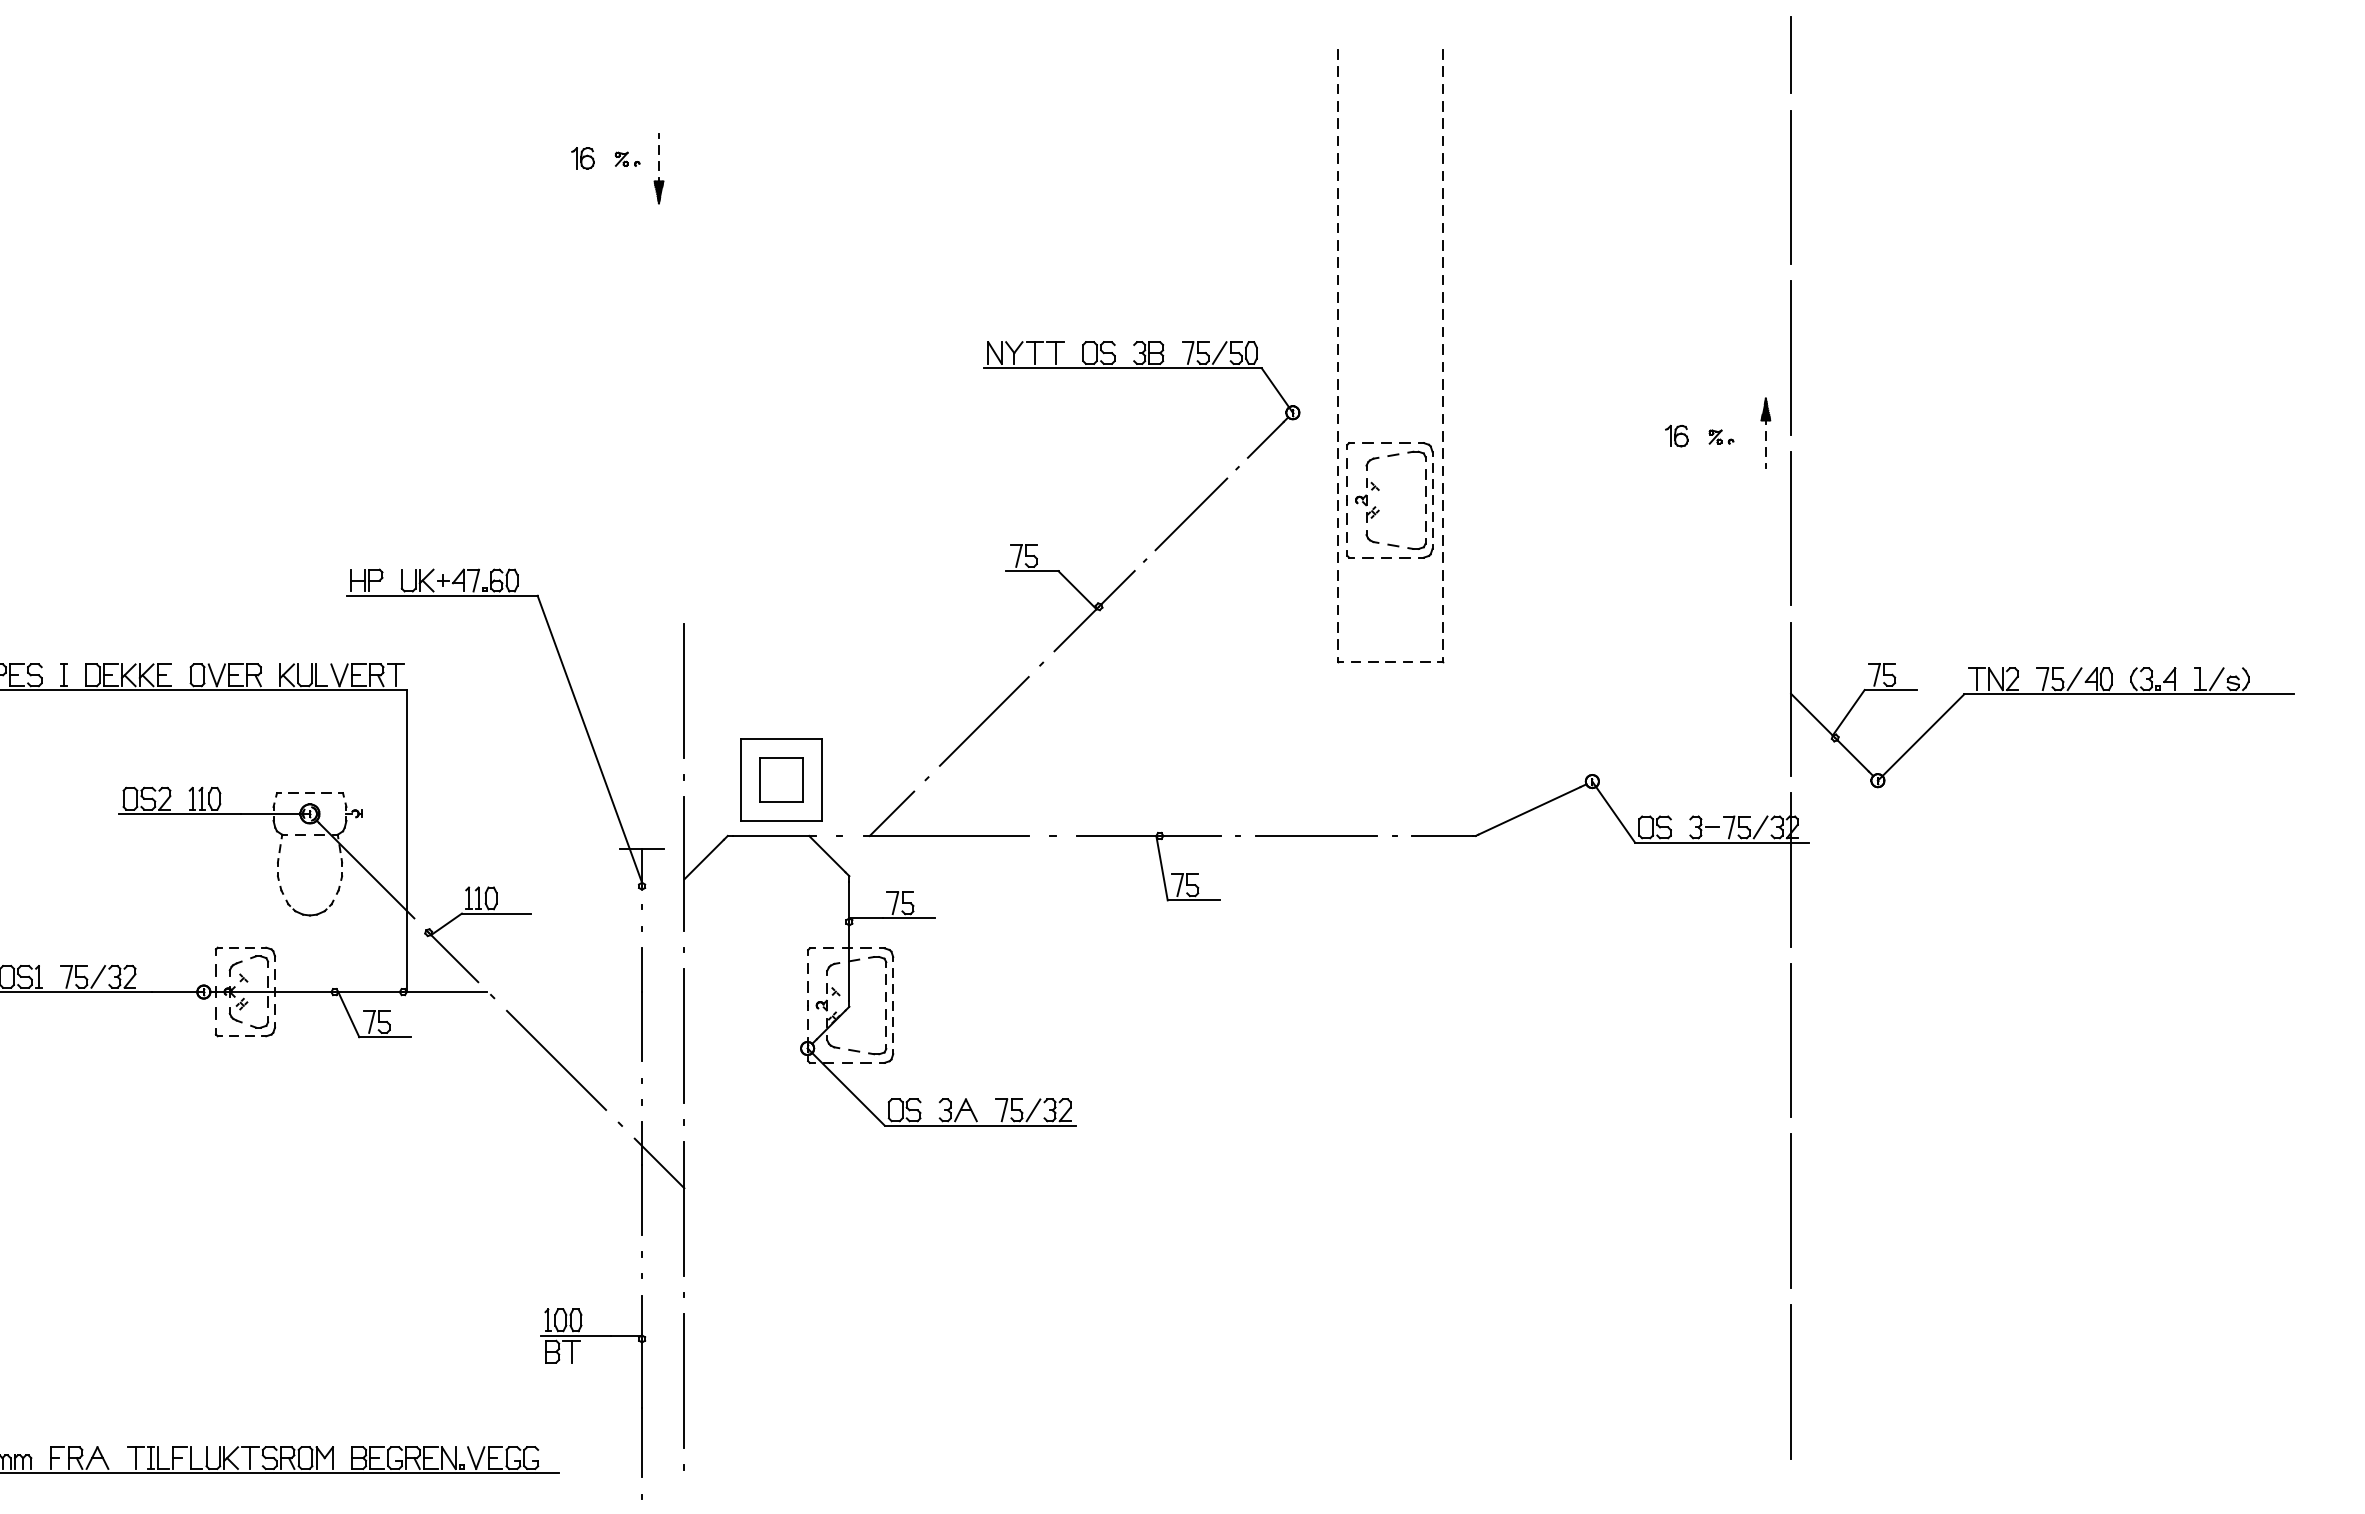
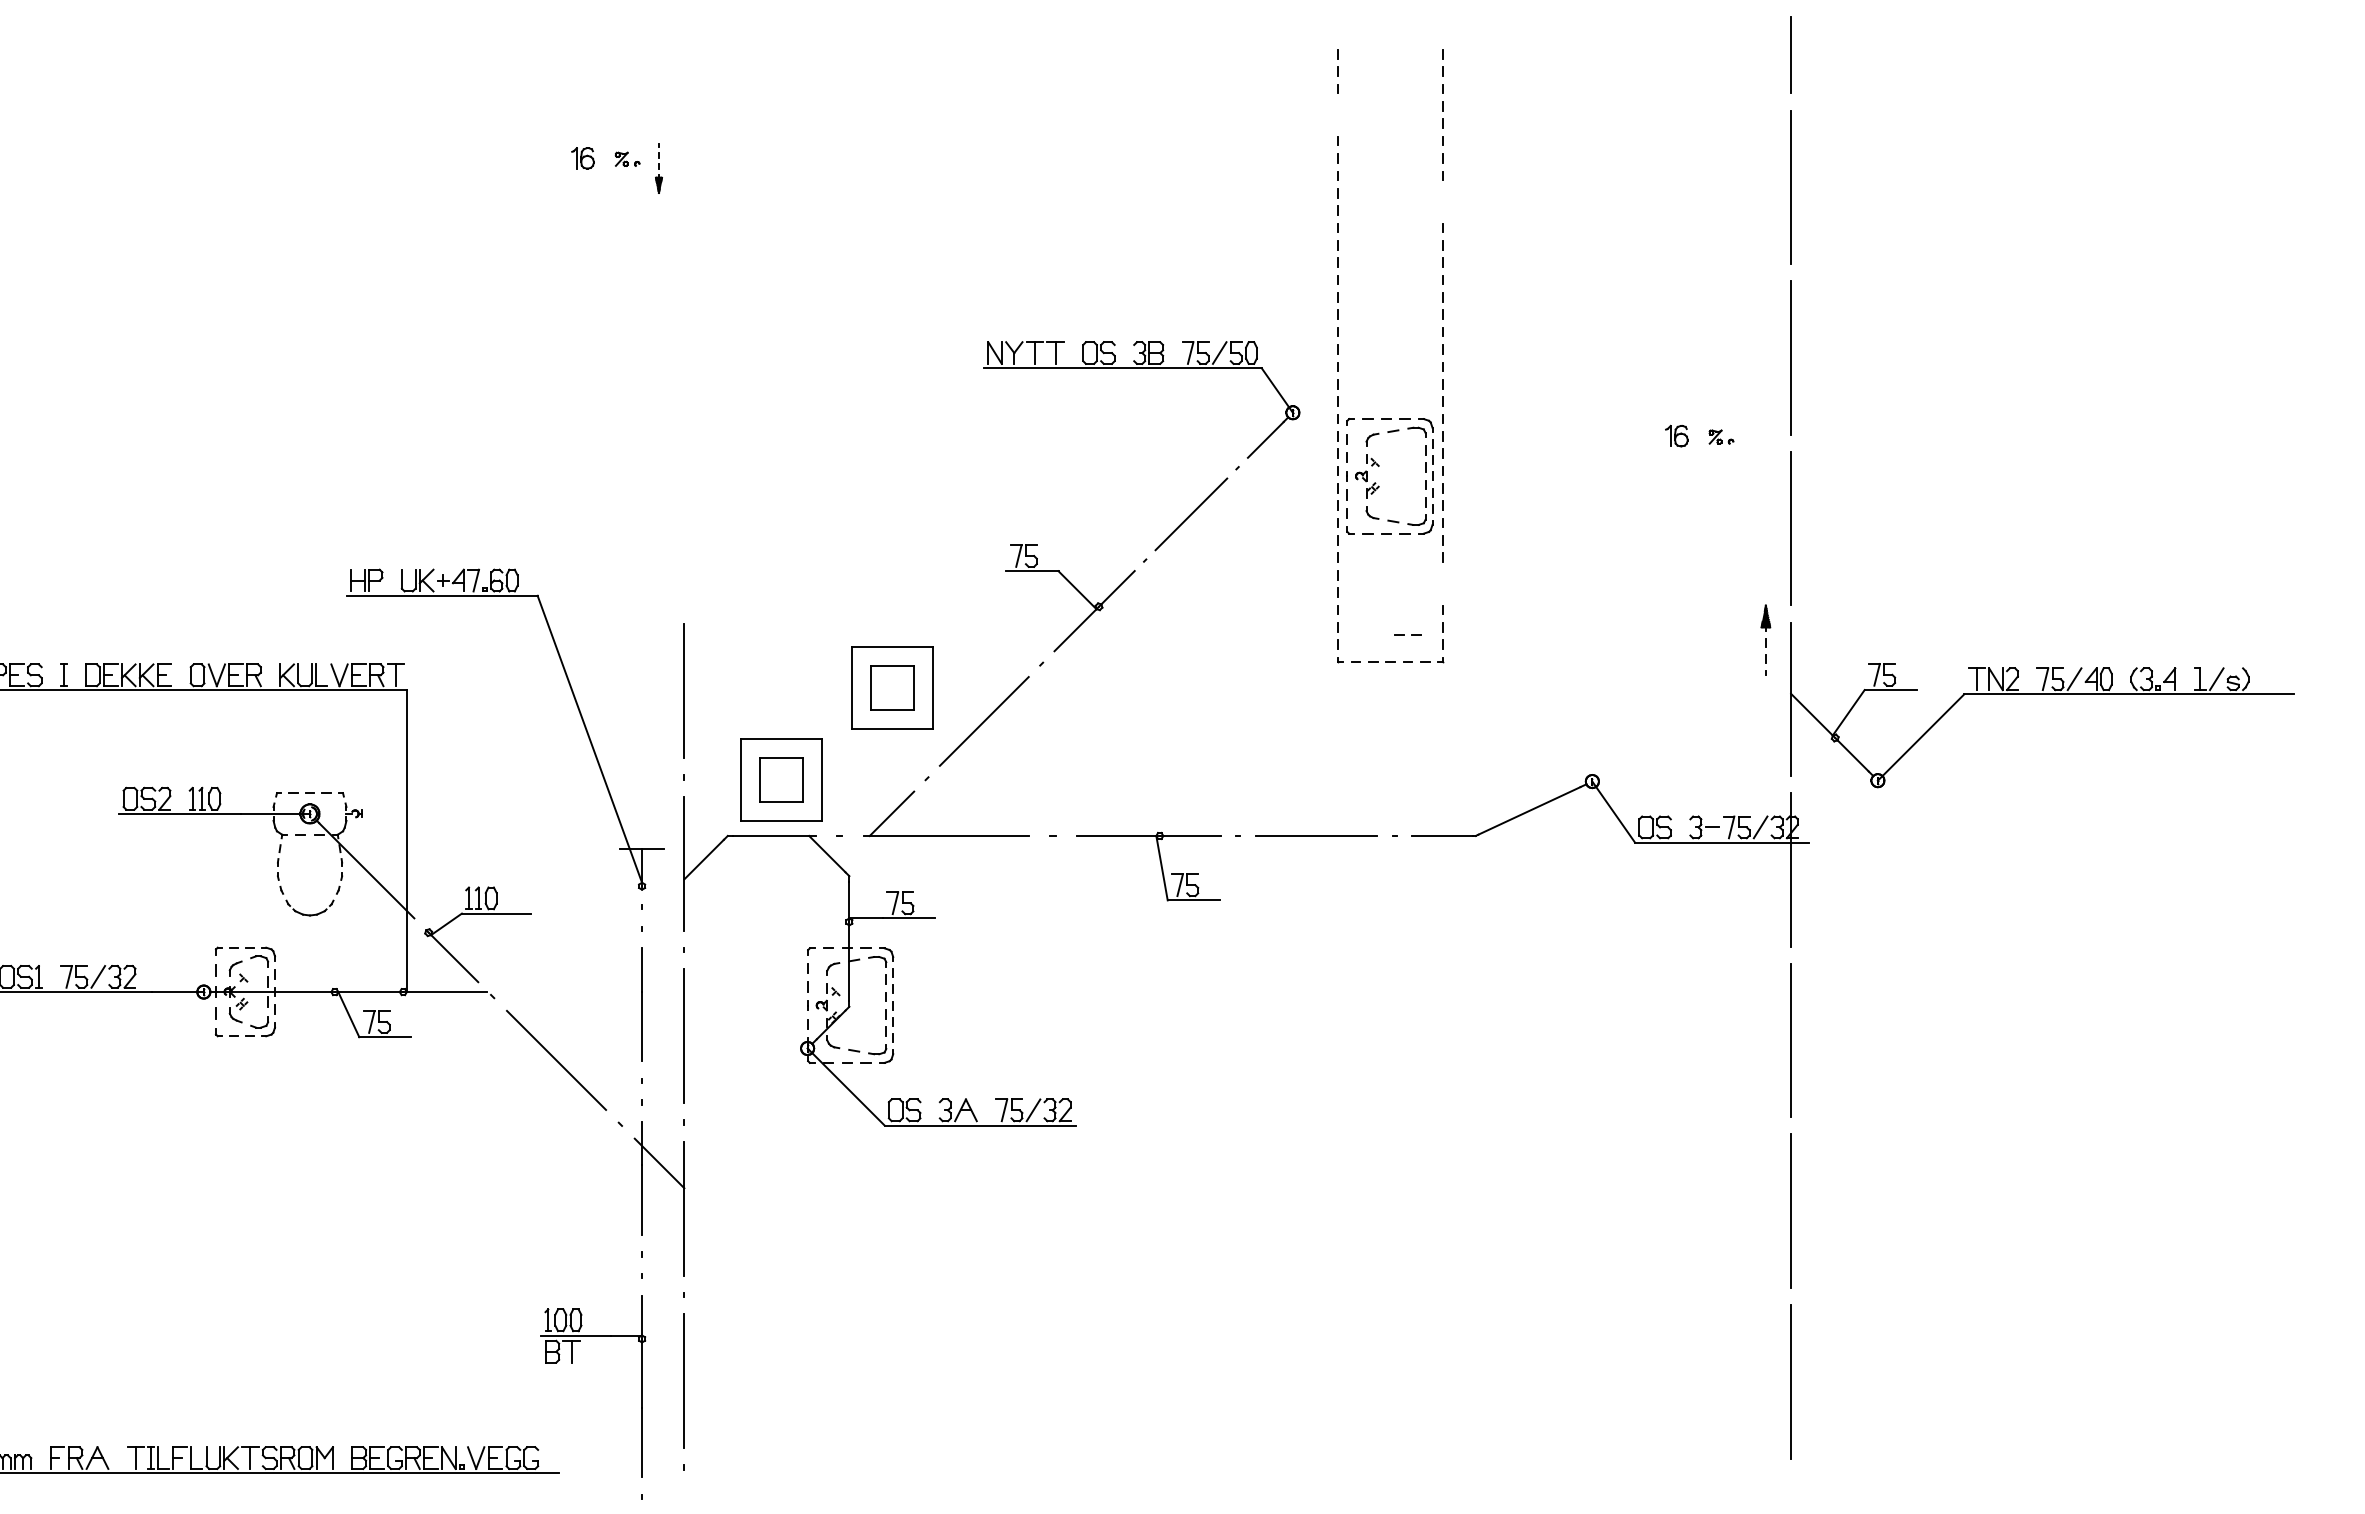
line at (1337, 111): present -> none
part at (658, 168) size: 12x72 px -> 8x51 px
line at (1442, 198): present -> none
part at (1765, 432) position: (1765, 432) -> (1765, 639)
part at (1379, 490) position: (1379, 490) -> (1379, 466)
line at (1442, 580): present -> none
line at (1404, 634): none -> present
part at (892, 687): none -> present
